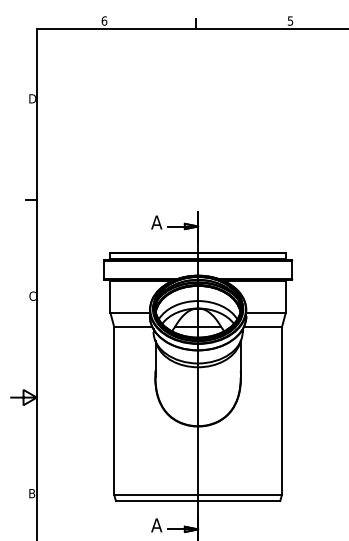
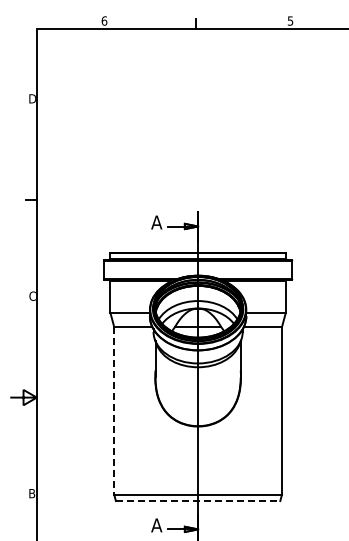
line at (114, 410): solid -> dashed
line at (198, 501): solid -> dashed
